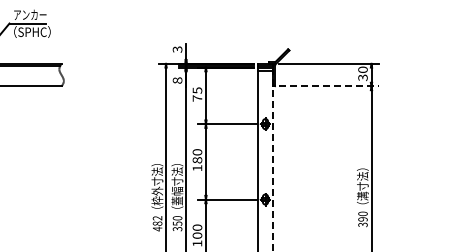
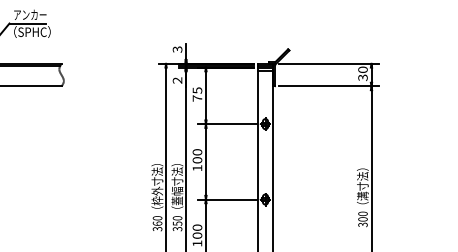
text at (177, 80): 8 -> 2
line at (329, 86): dashed -> solid
line at (273, 159): dashed -> solid
text at (197, 160): 180 -> 100
text at (362, 219): 390 -> 300
text at (157, 223): 482 -> 360
